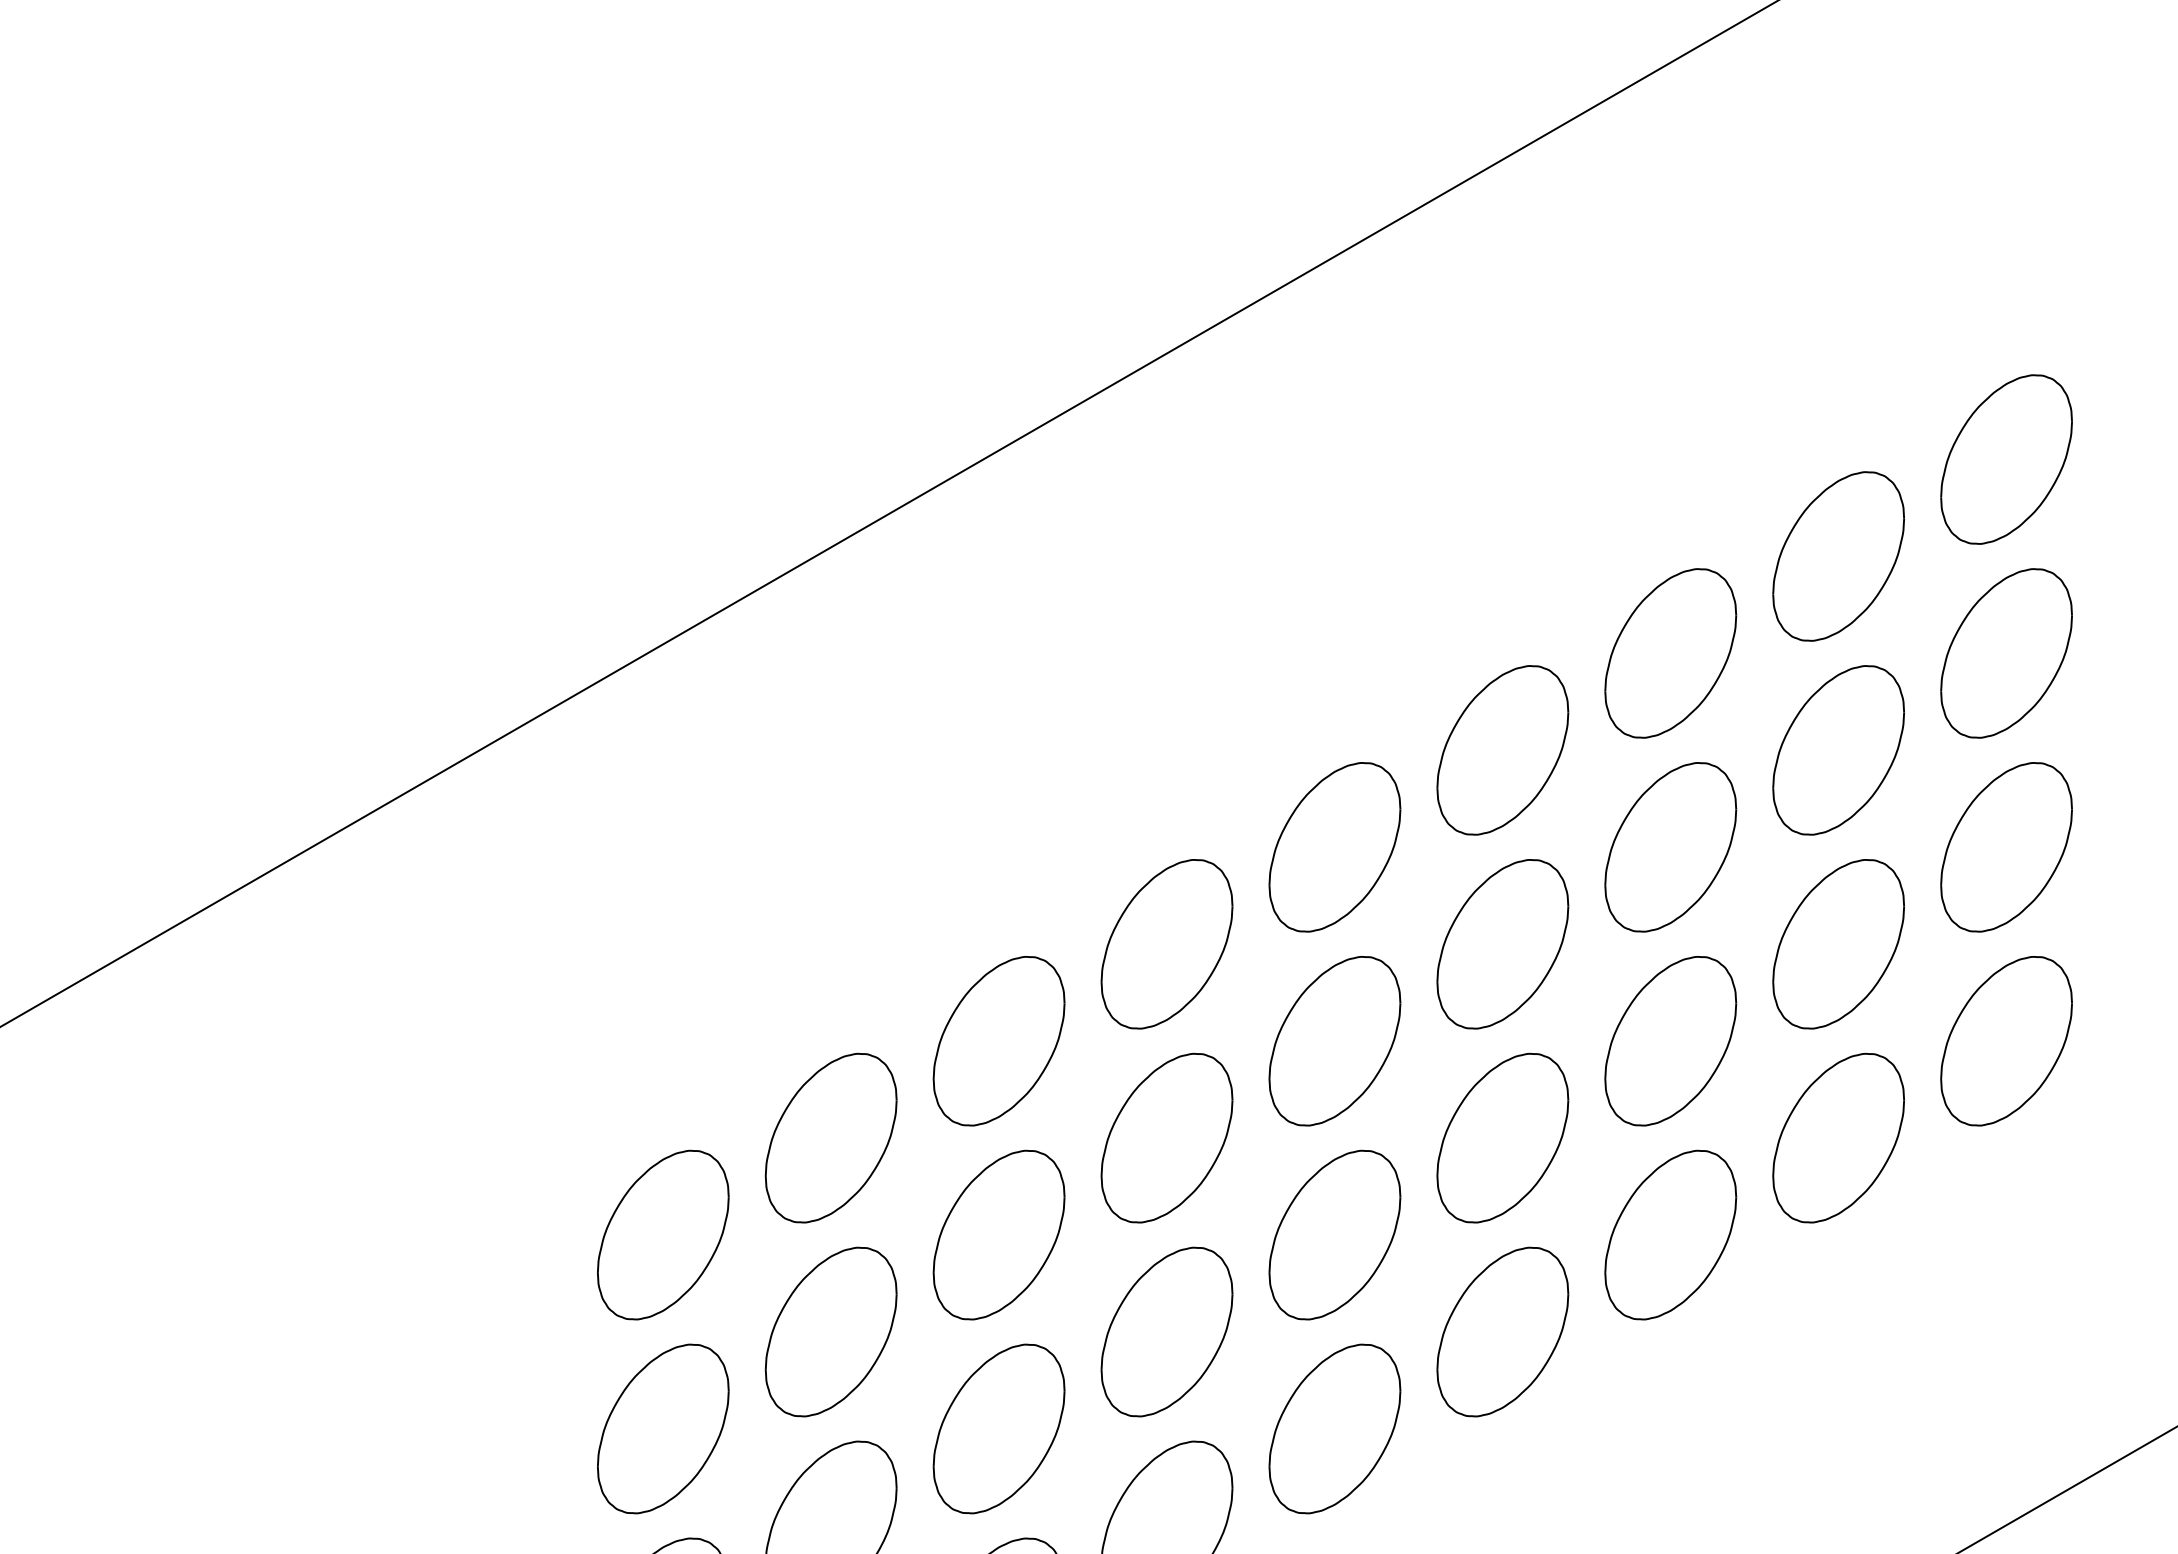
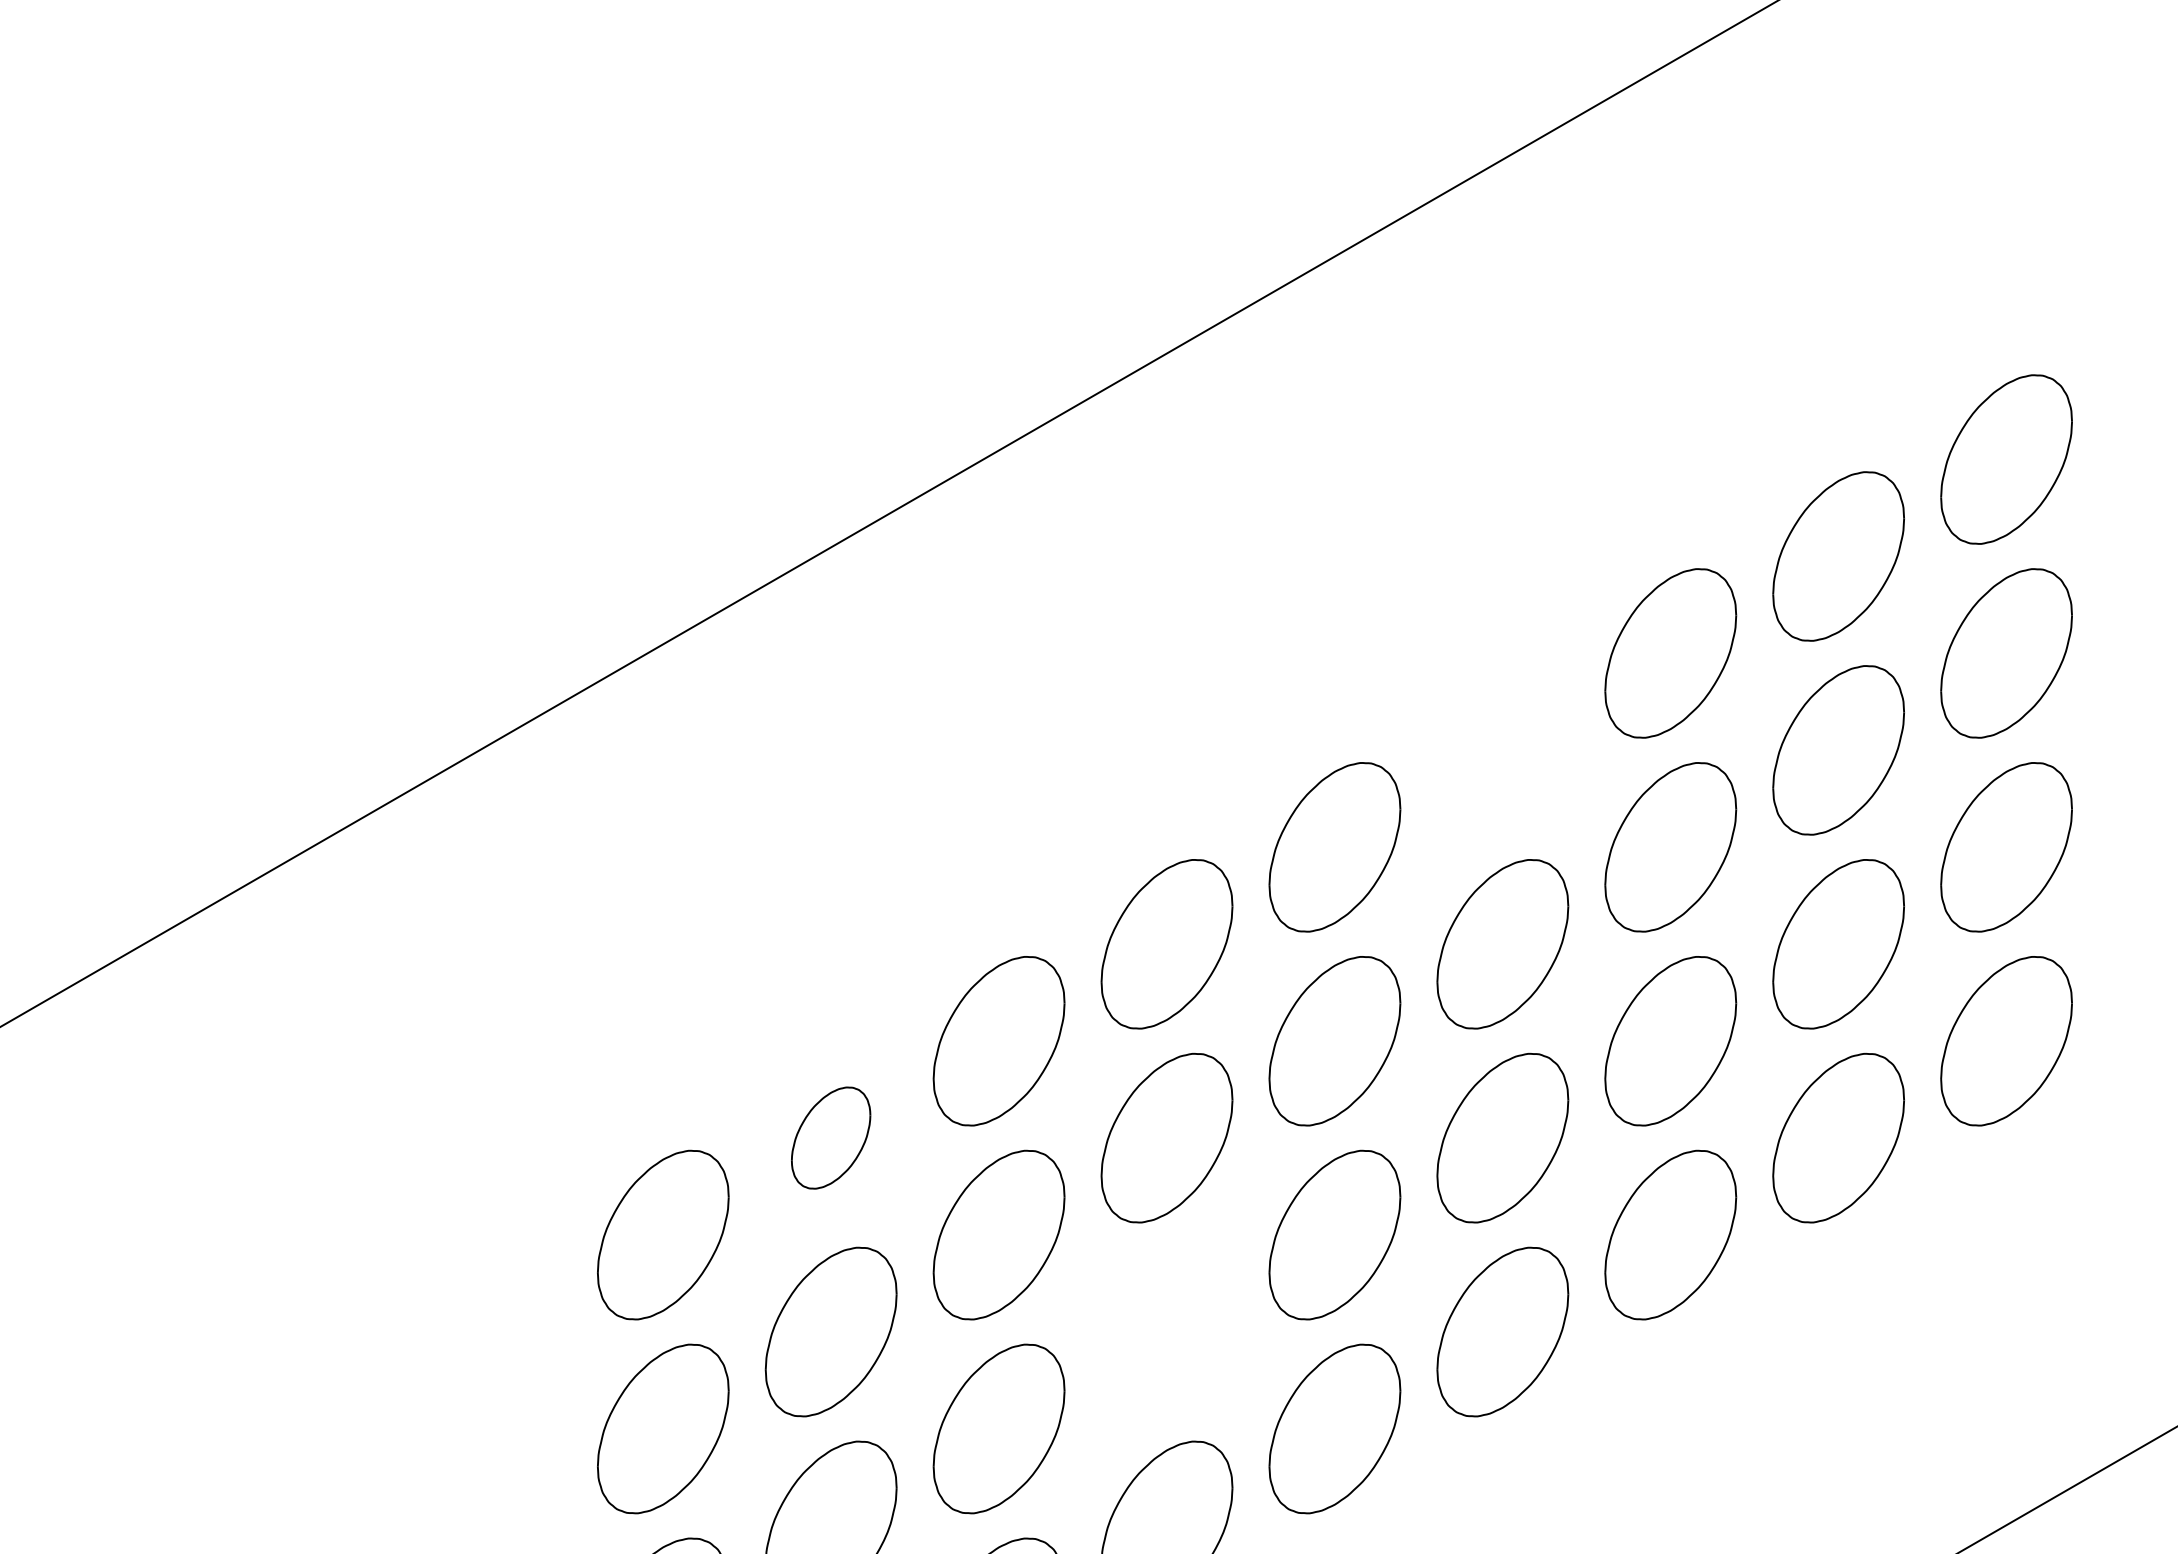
part at (1502, 750): present -> none
part at (830, 1137) size: 134x172 px -> 81x104 px
part at (1166, 1331): present -> none
